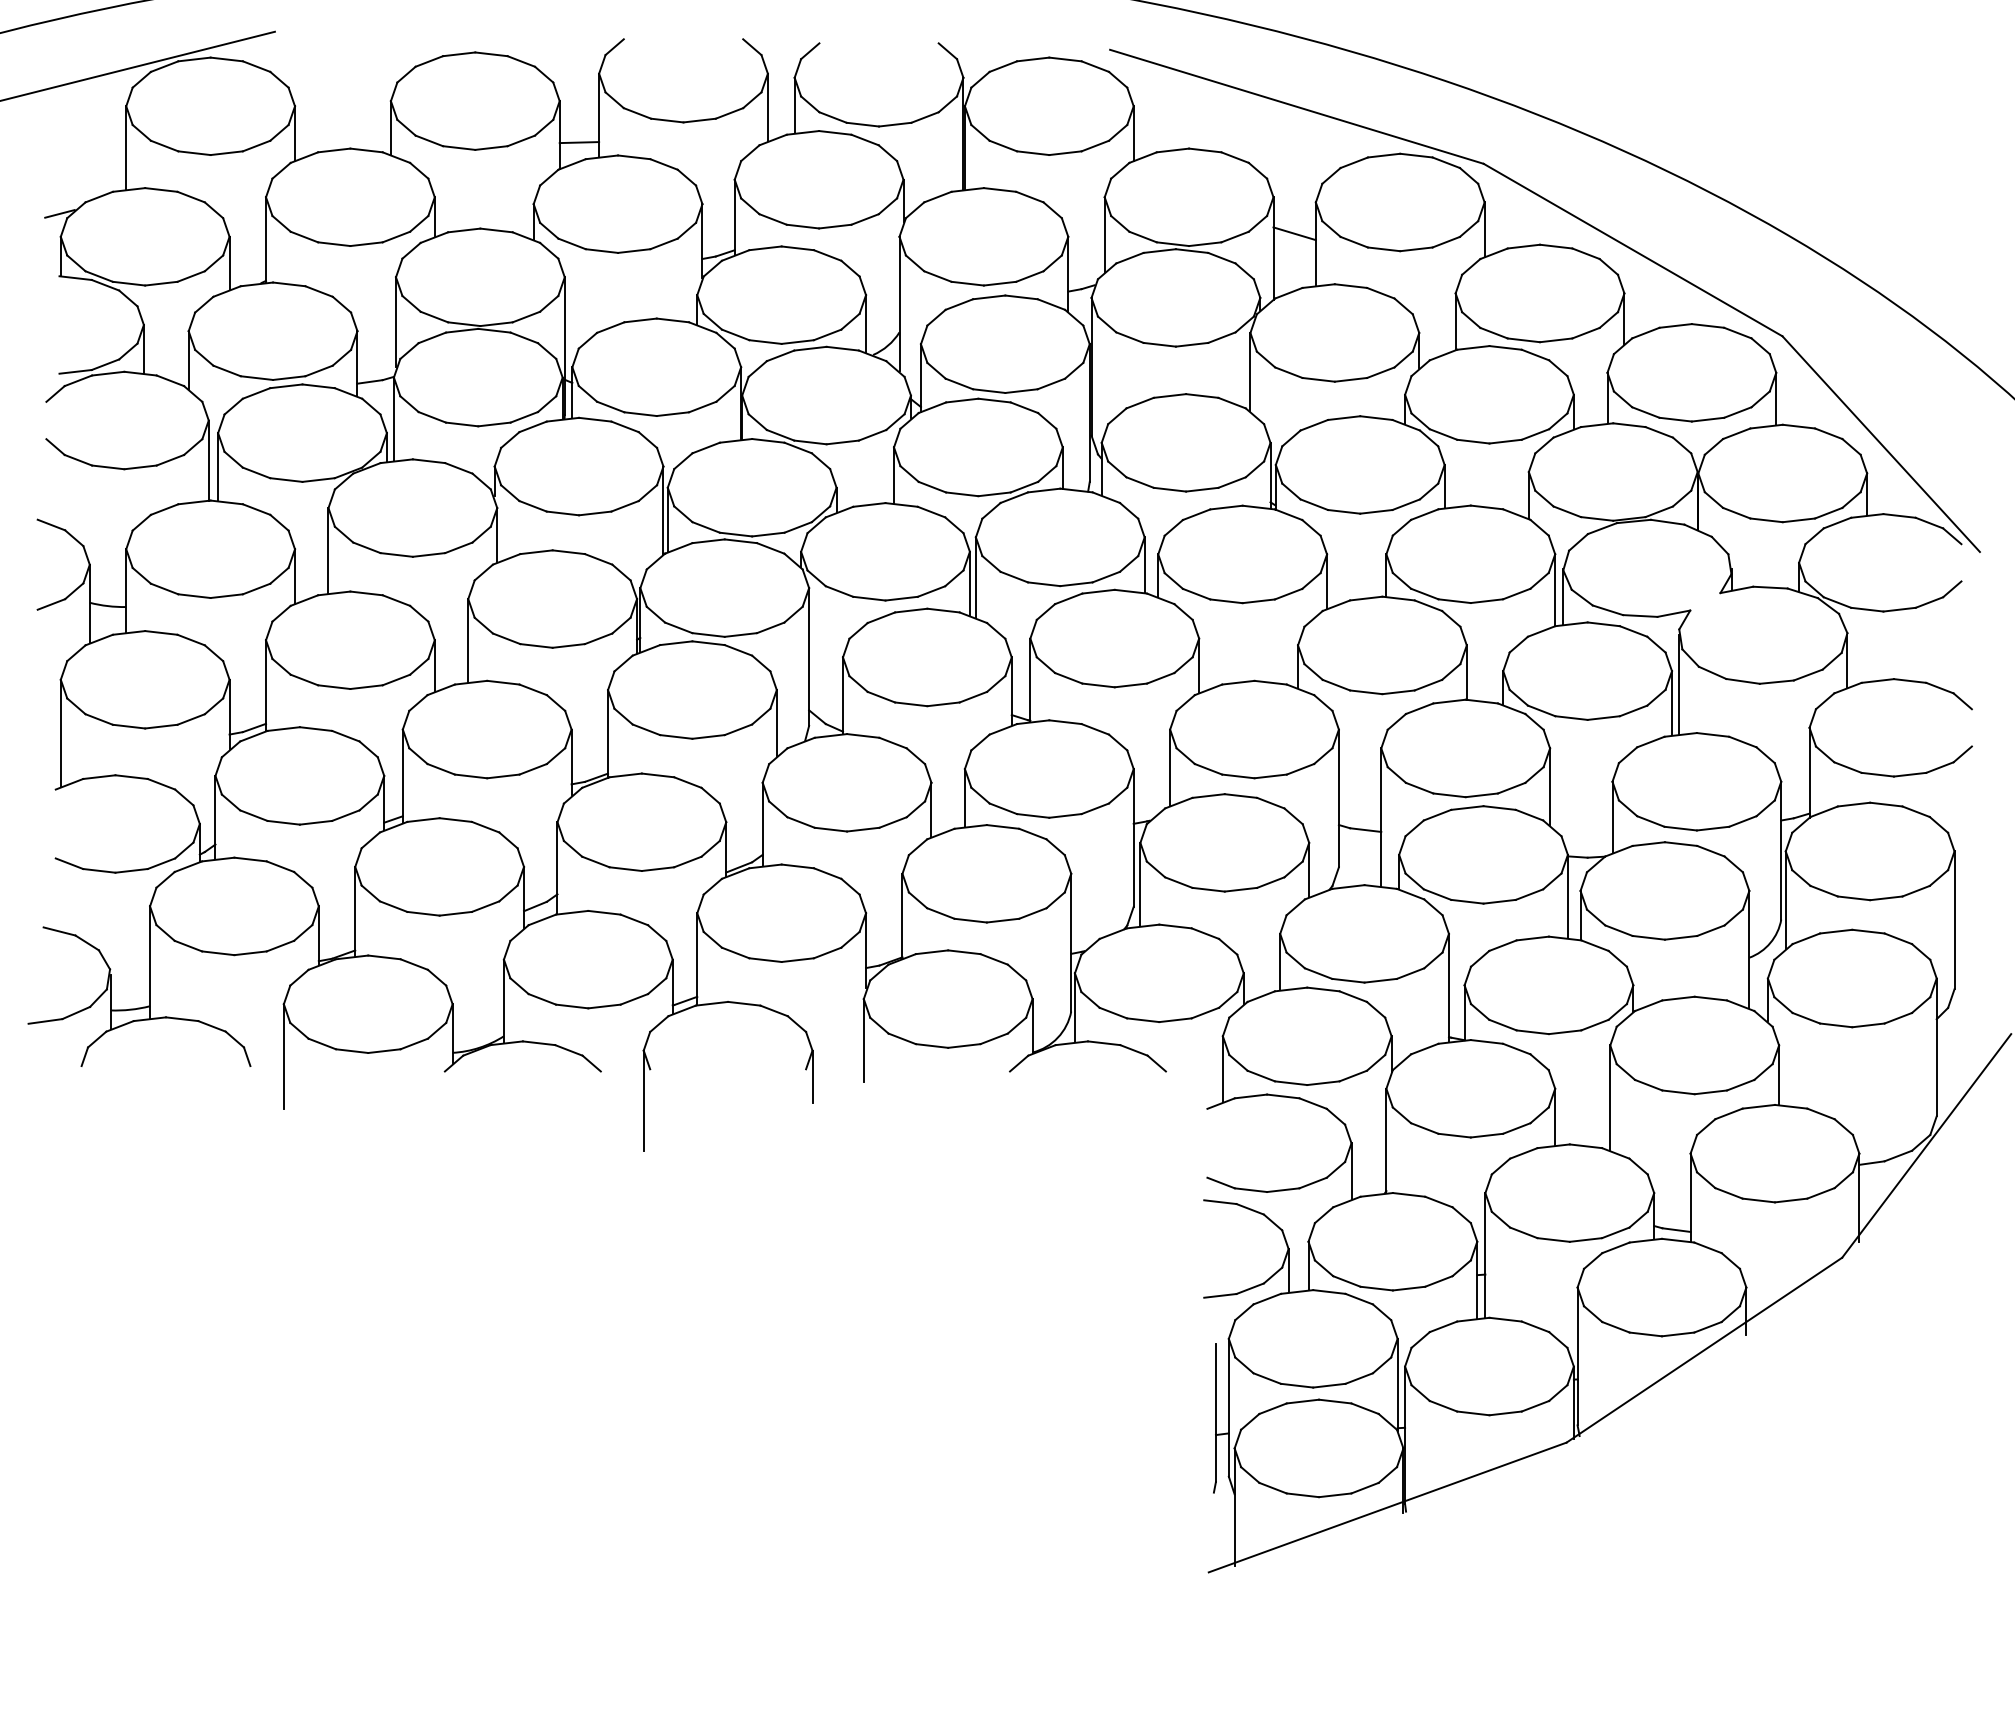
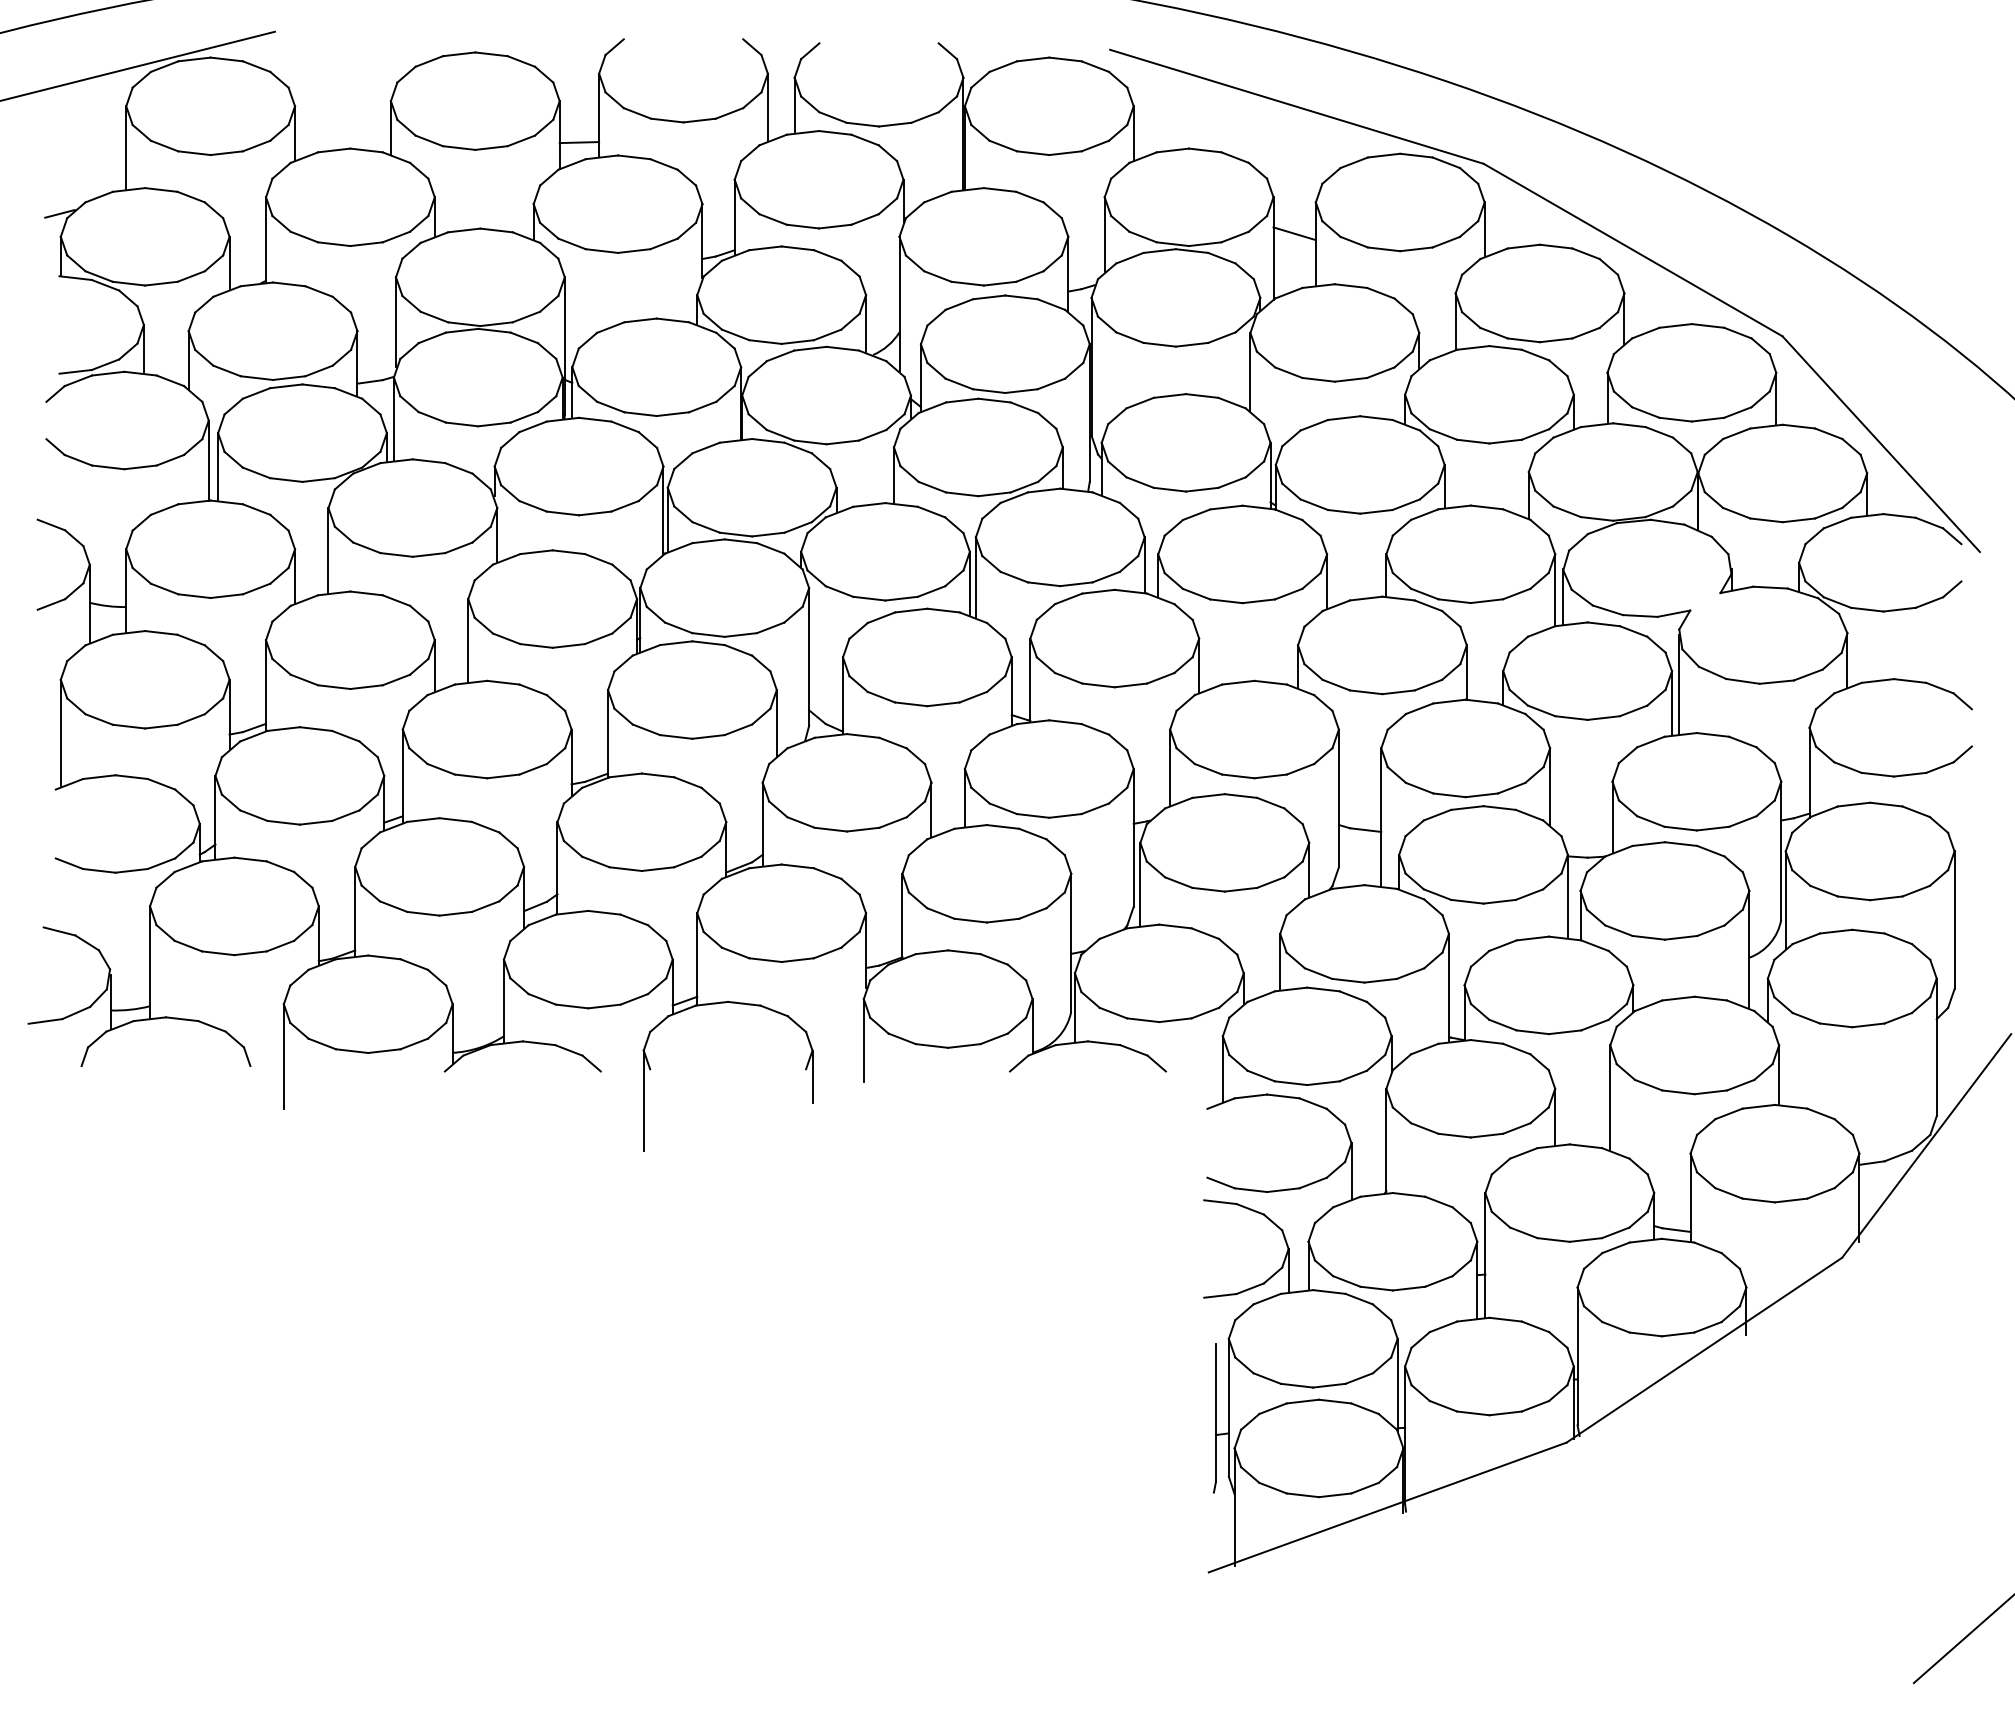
line at (1962, 1639): none -> present
